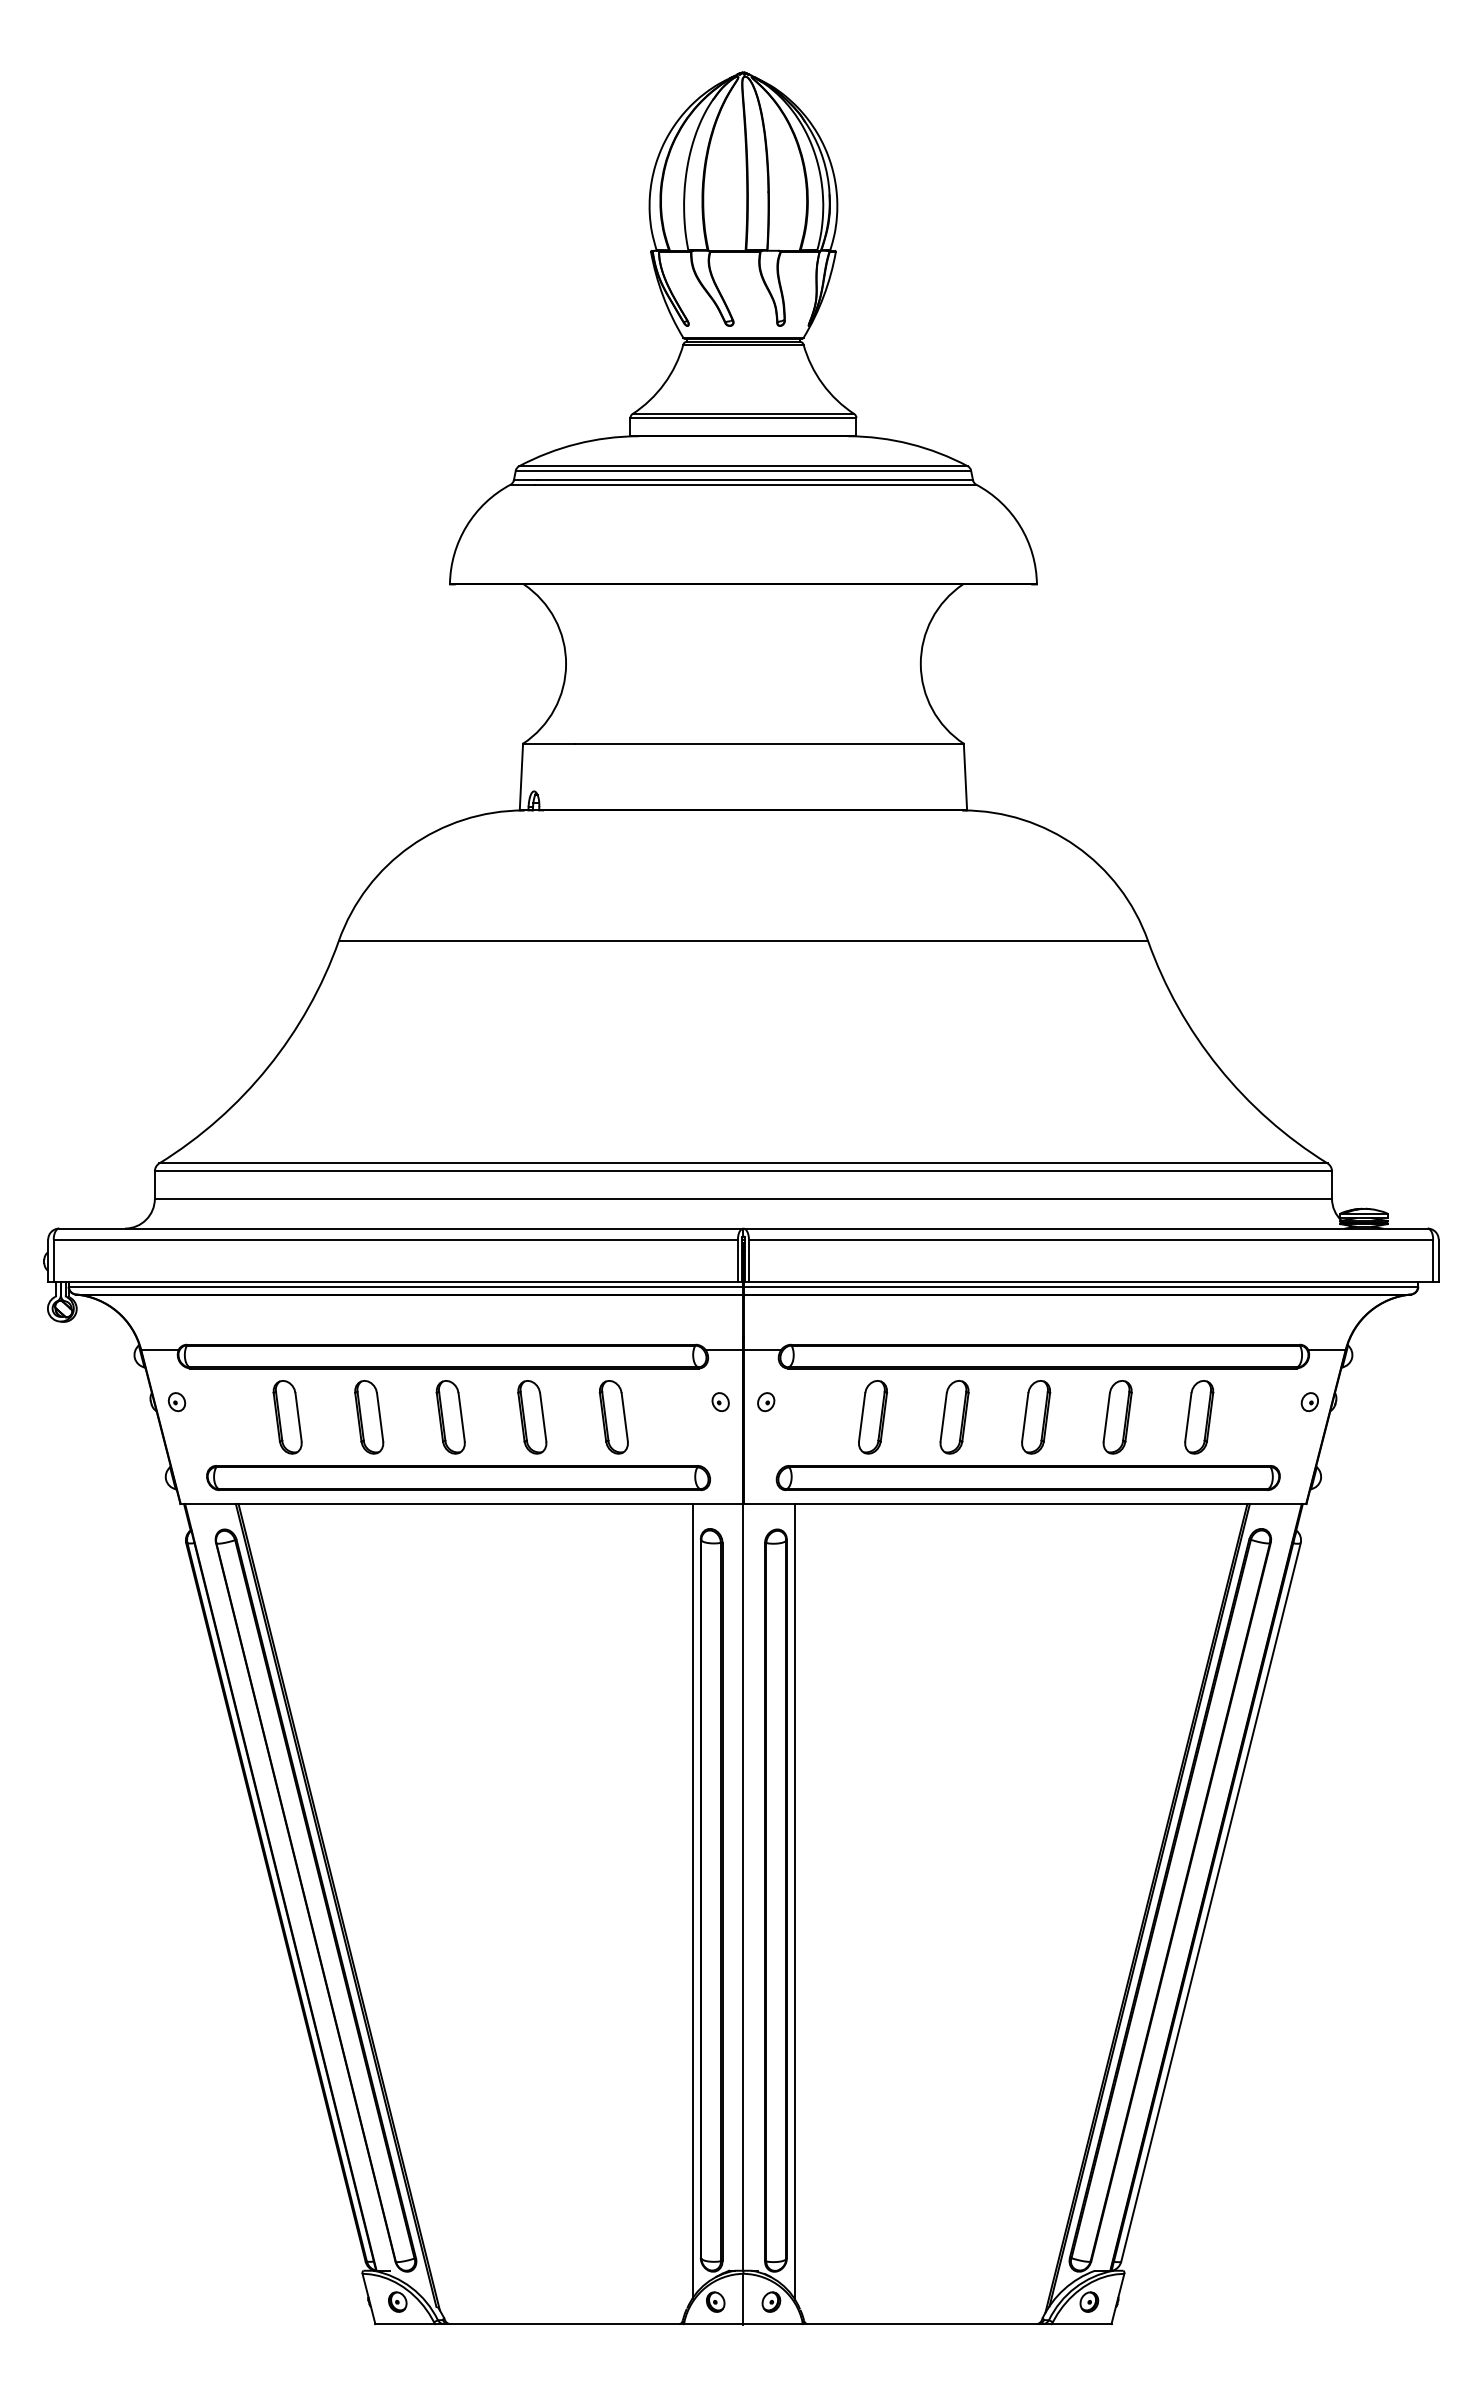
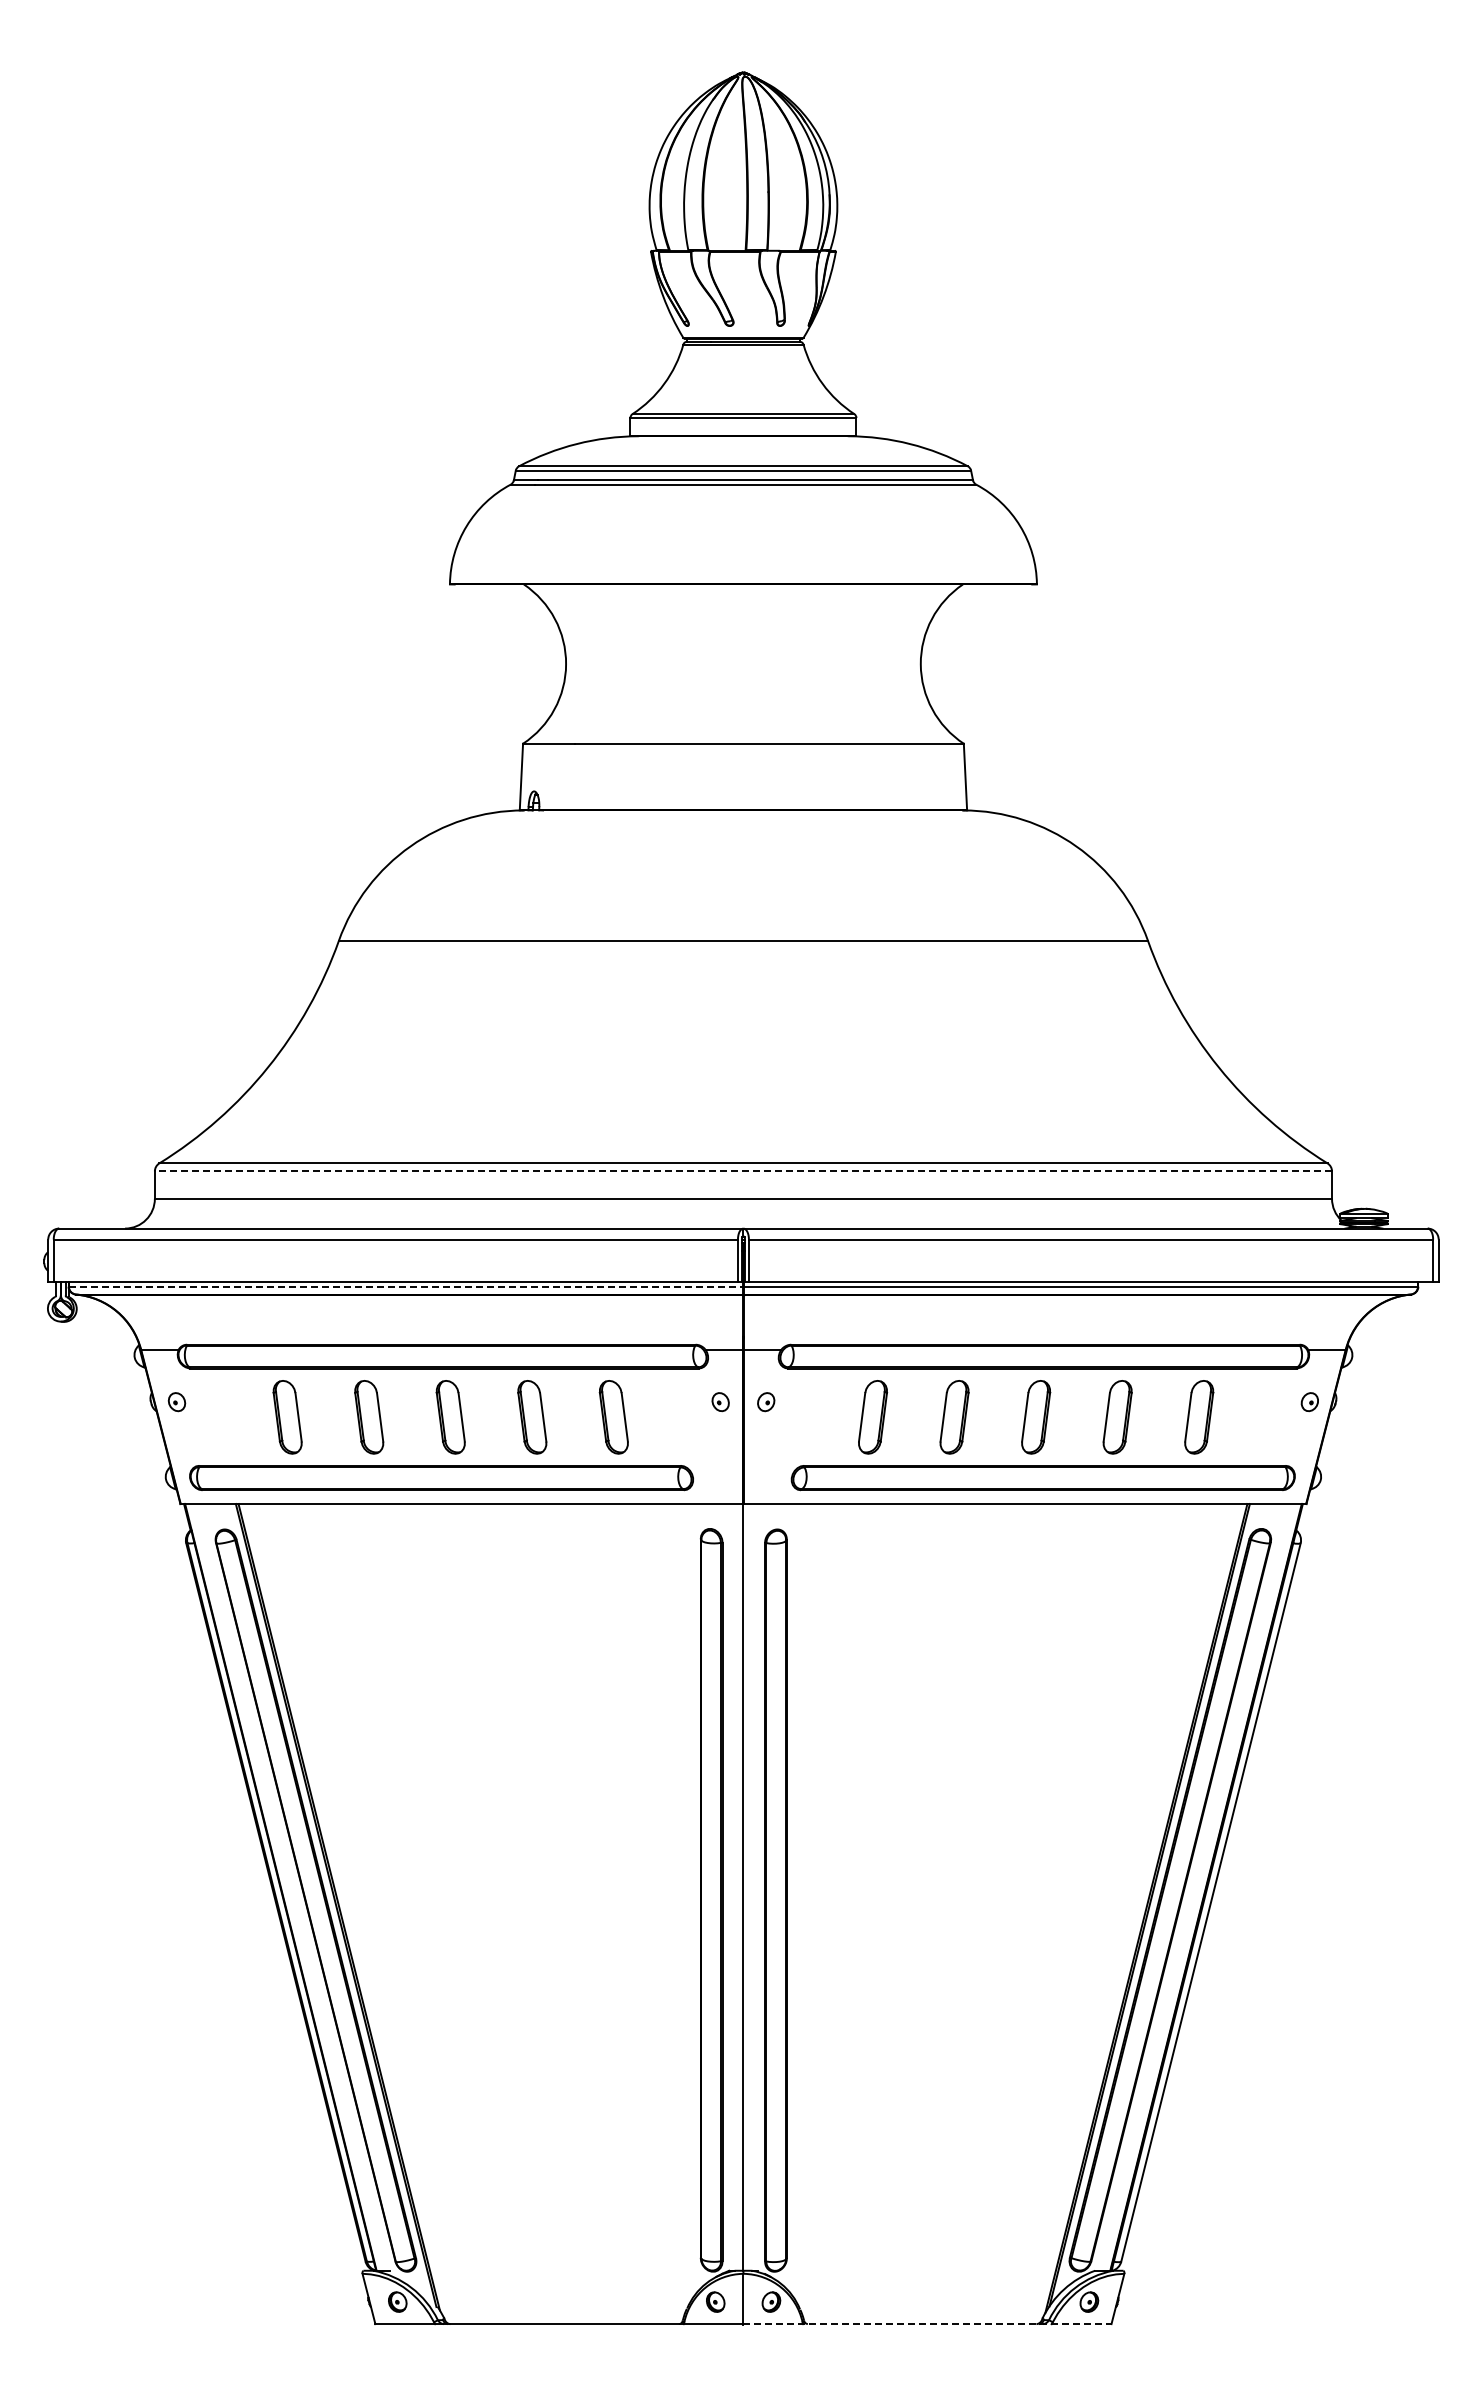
line at (743, 1171): solid -> dashed
line at (406, 1286): solid -> dashed
part at (458, 1478) position: (458, 1478) -> (441, 1478)
part at (1027, 1478) position: (1027, 1478) -> (1042, 1478)
line at (692, 1900): present -> none
line at (795, 1901): present -> none
line at (928, 2324): solid -> dashed
